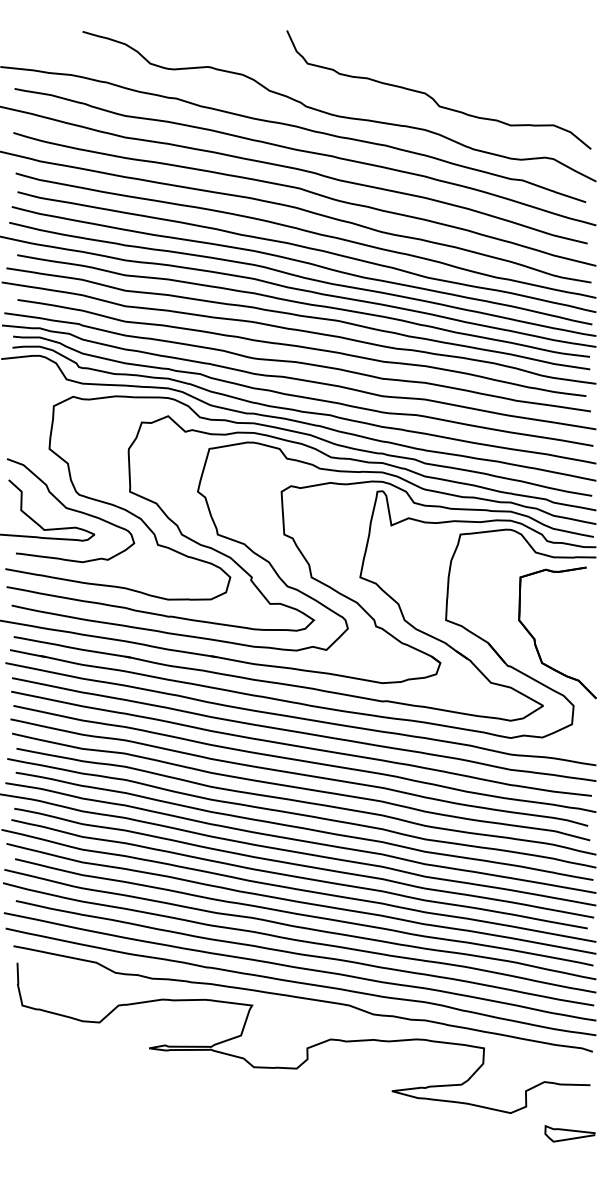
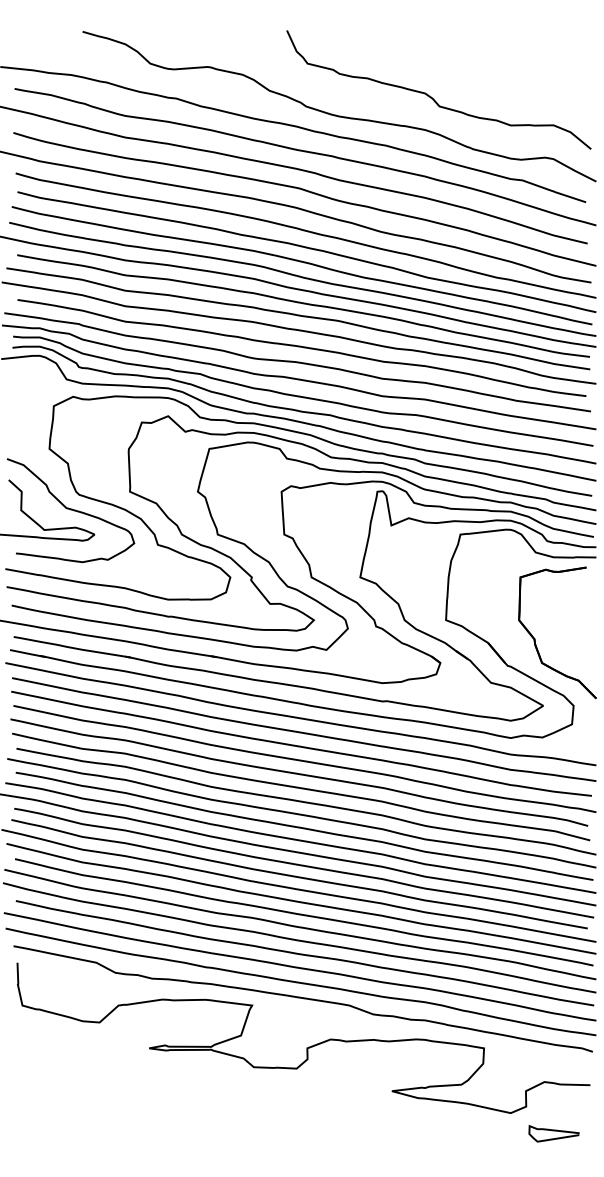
curve at (569, 1131) position: (569, 1131) -> (553, 1131)
